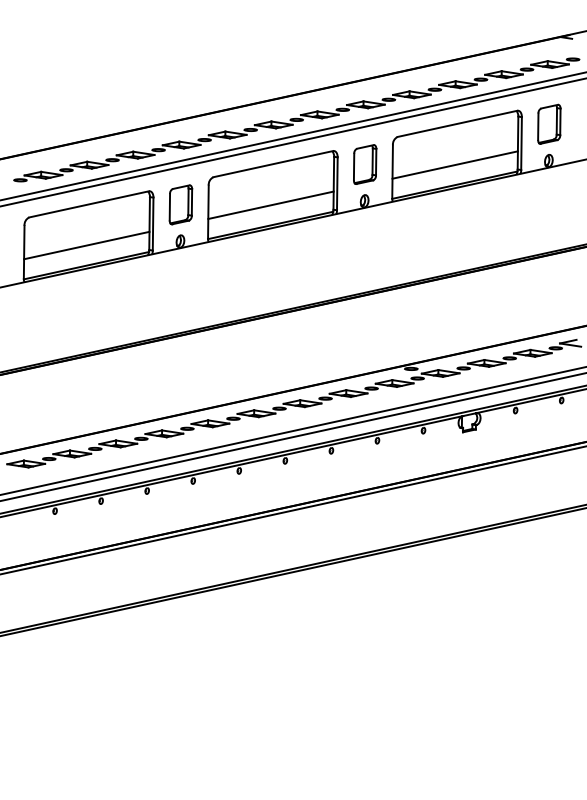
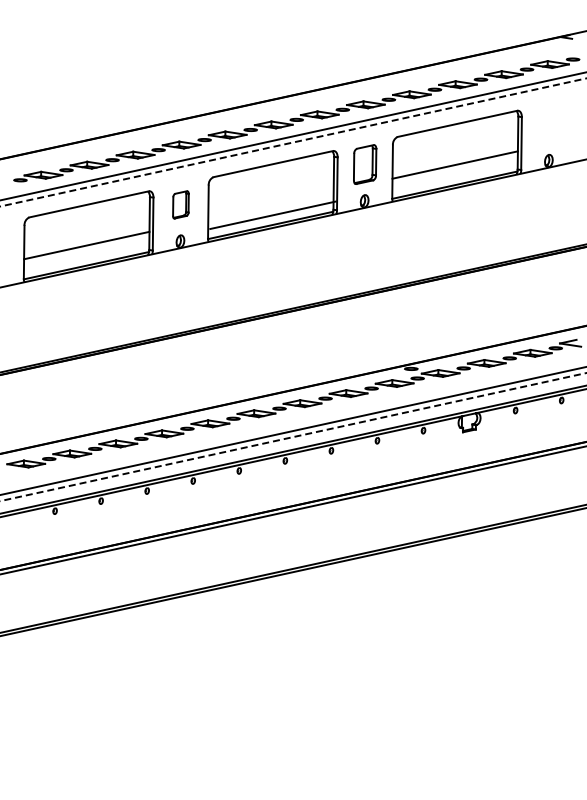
part at (549, 123): present -> none
line at (293, 142): solid -> dashed
part at (180, 204) size: 26x42 px -> 18x30 px
line at (270, 205) position: (270, 205) -> (272, 215)
line at (293, 437): solid -> dashed
